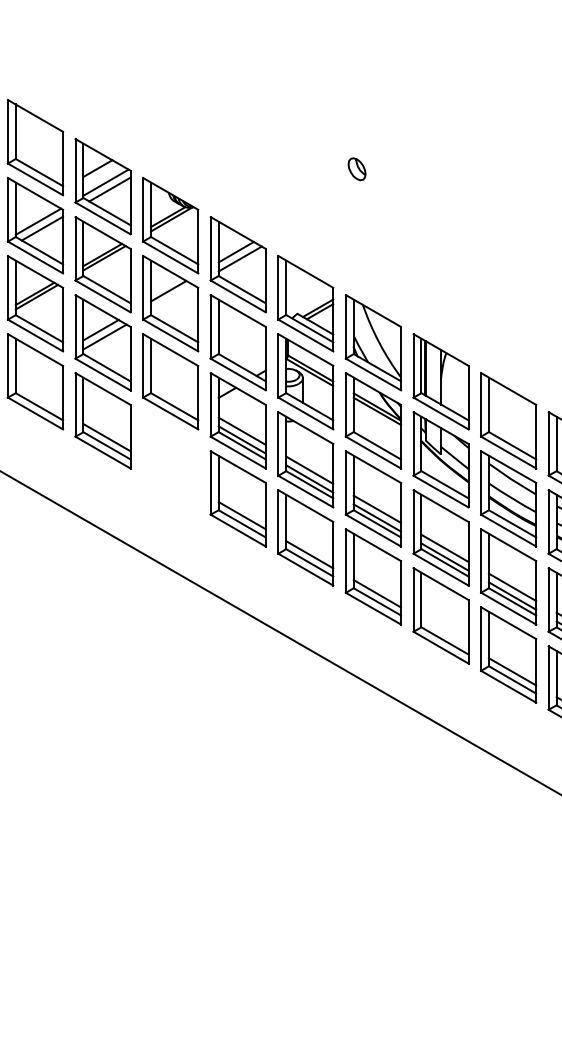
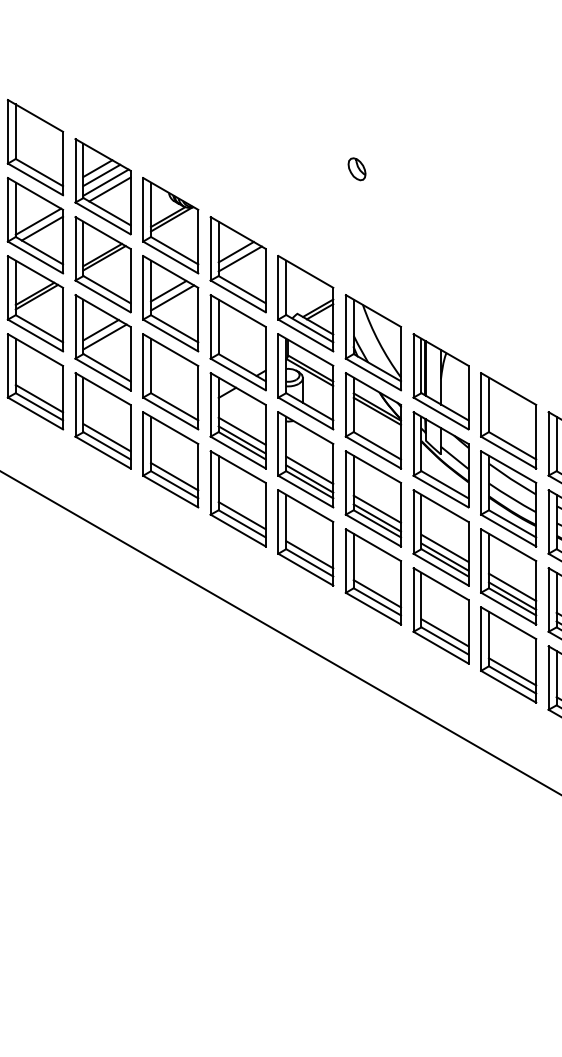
line at (101, 175): none -> present
line at (172, 297): none -> present
line at (39, 398): none -> present
part at (170, 459): none -> present
line at (444, 632): none -> present
